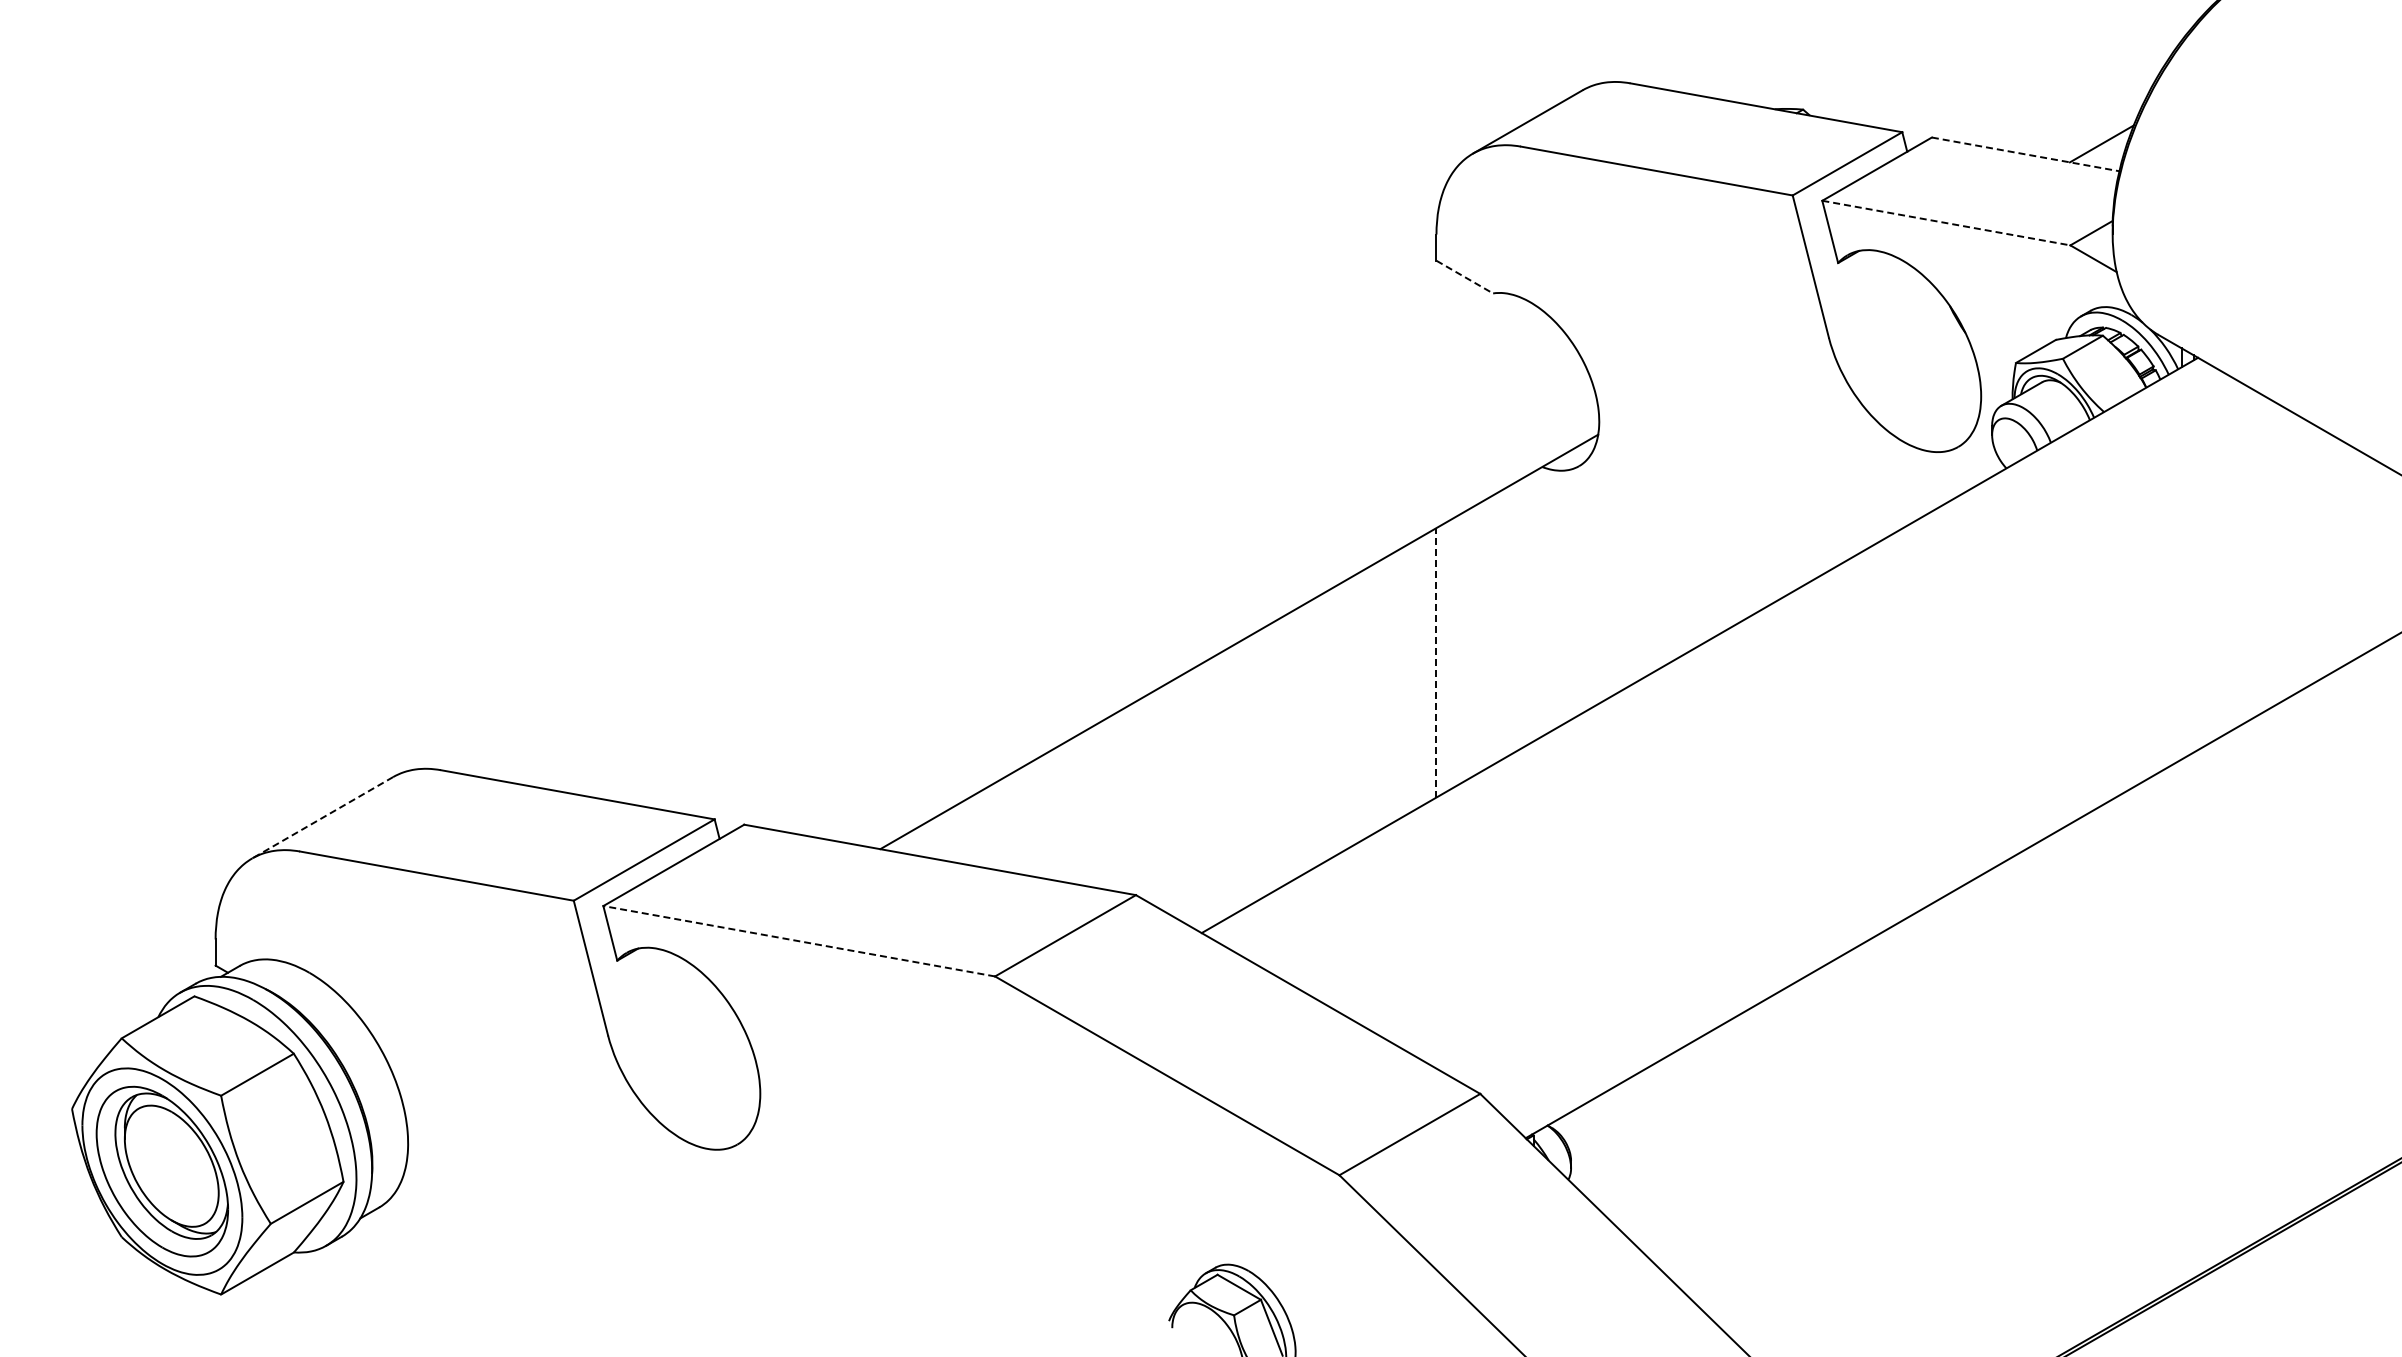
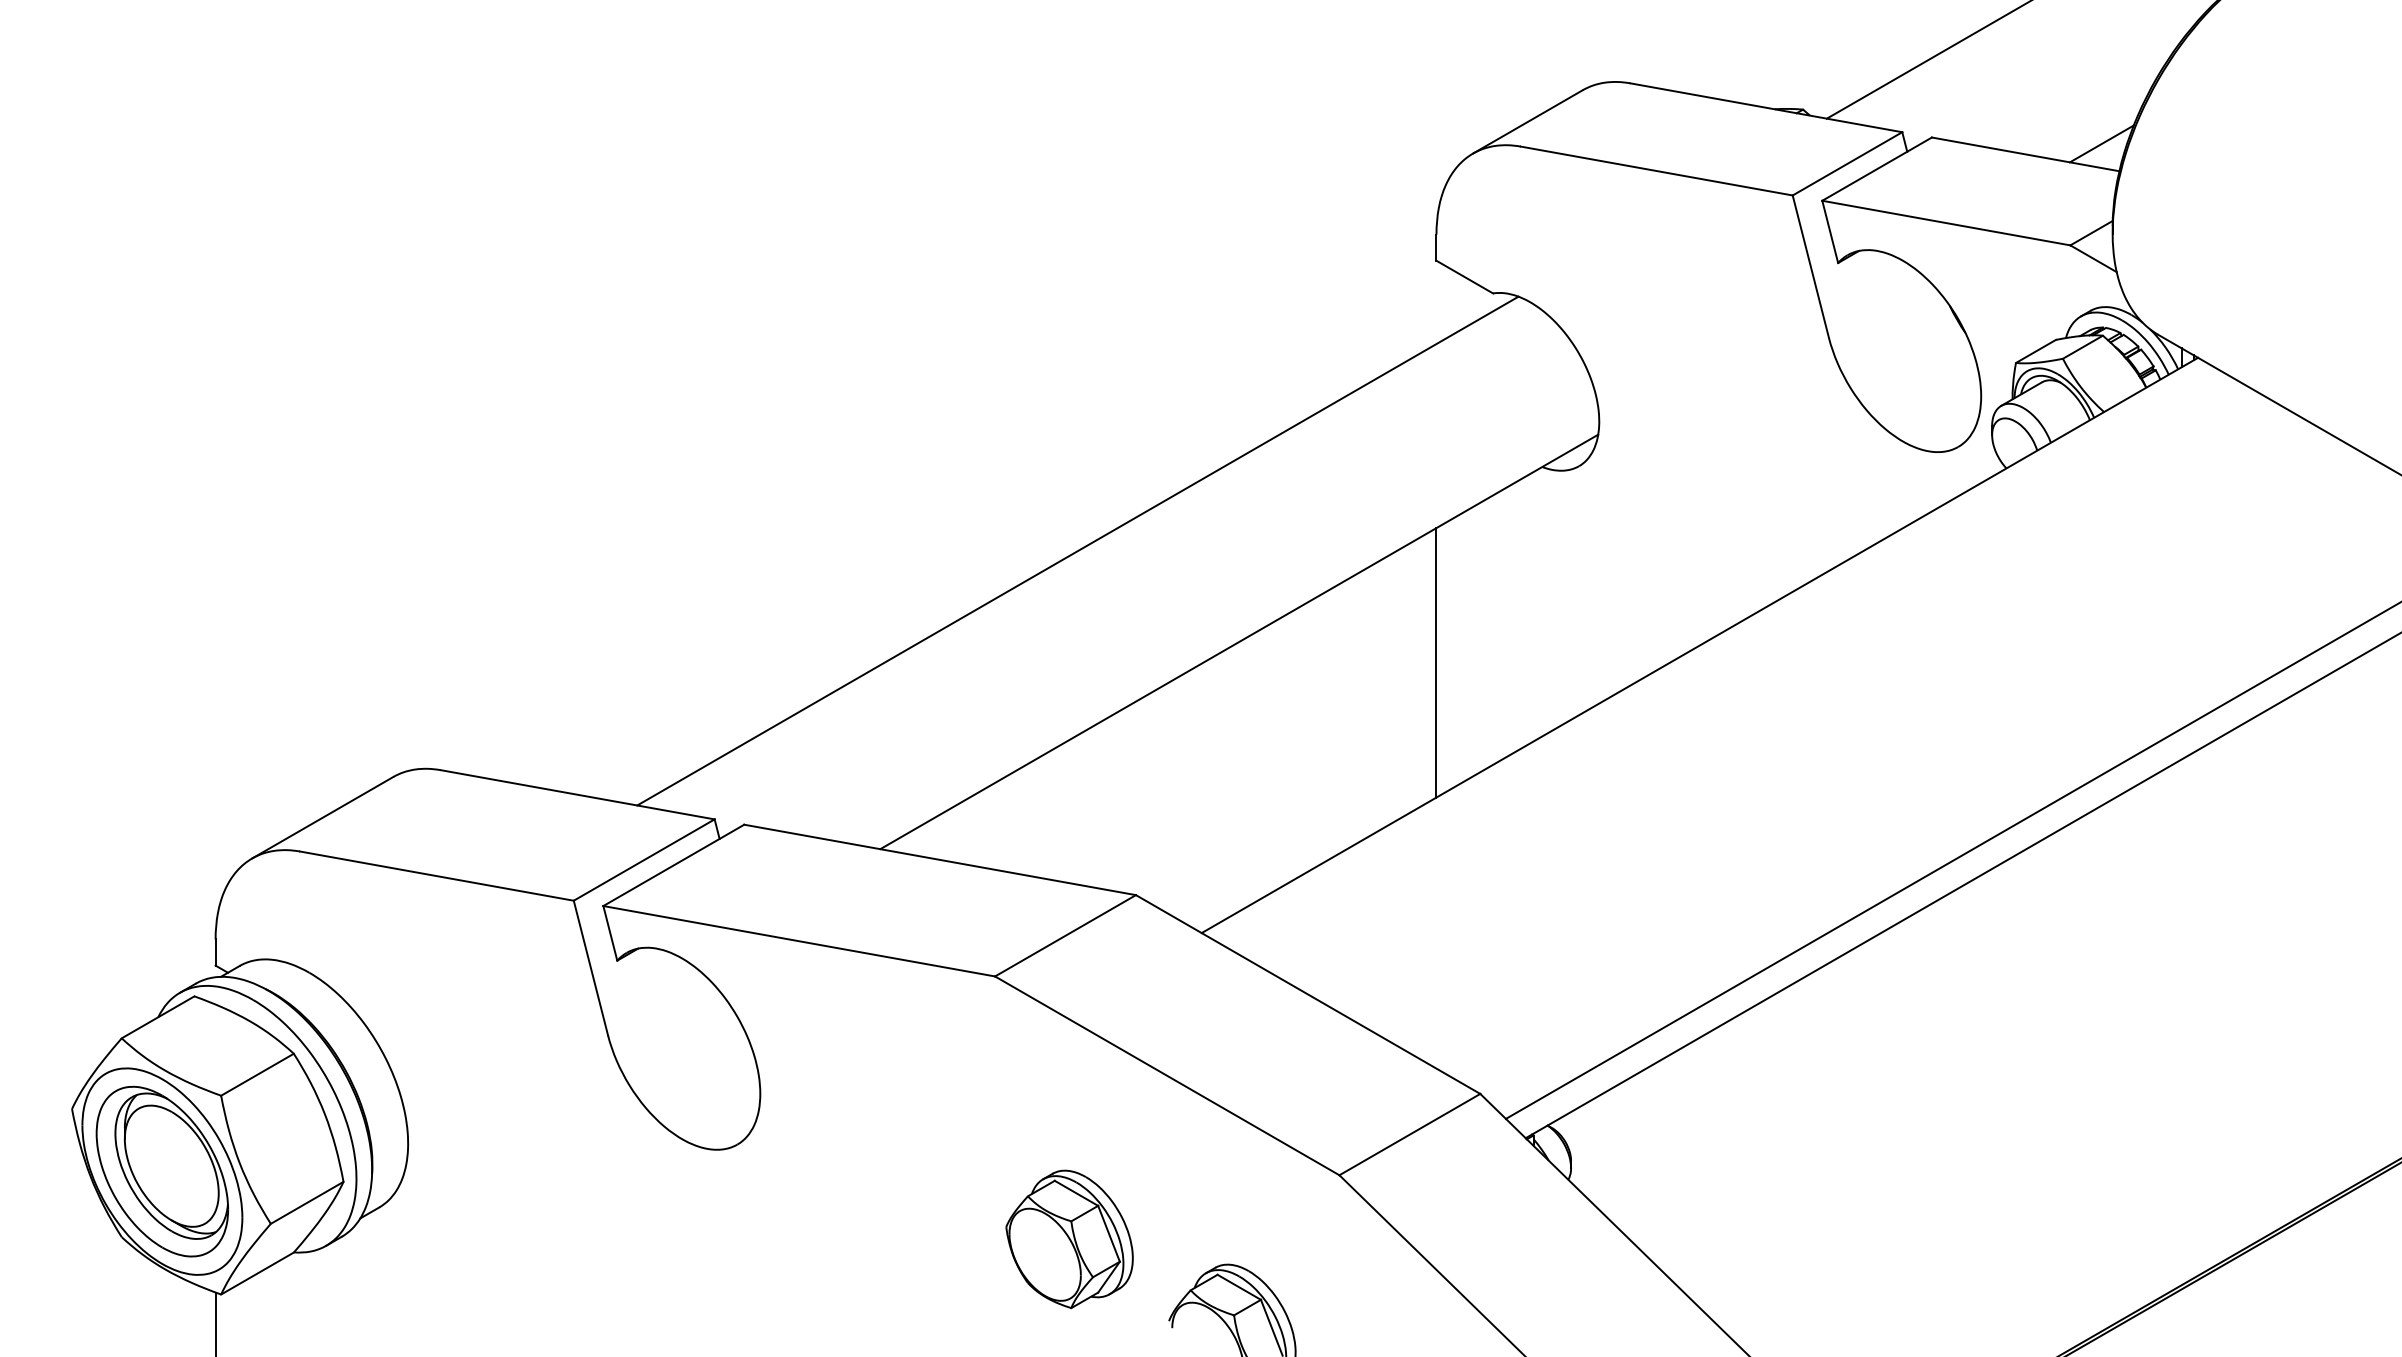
line at (1927, 60): none -> present
line at (2026, 154): dashed -> solid
line at (1946, 223): dashed -> solid
line at (1464, 277): dashed -> solid
line at (1077, 550): none -> present
line at (1436, 662): dashed -> solid
line at (322, 818): dashed -> solid
line at (1951, 860): none -> present
line at (799, 941): dashed -> solid
part at (1069, 1239): none -> present
line at (215, 1322): none -> present
